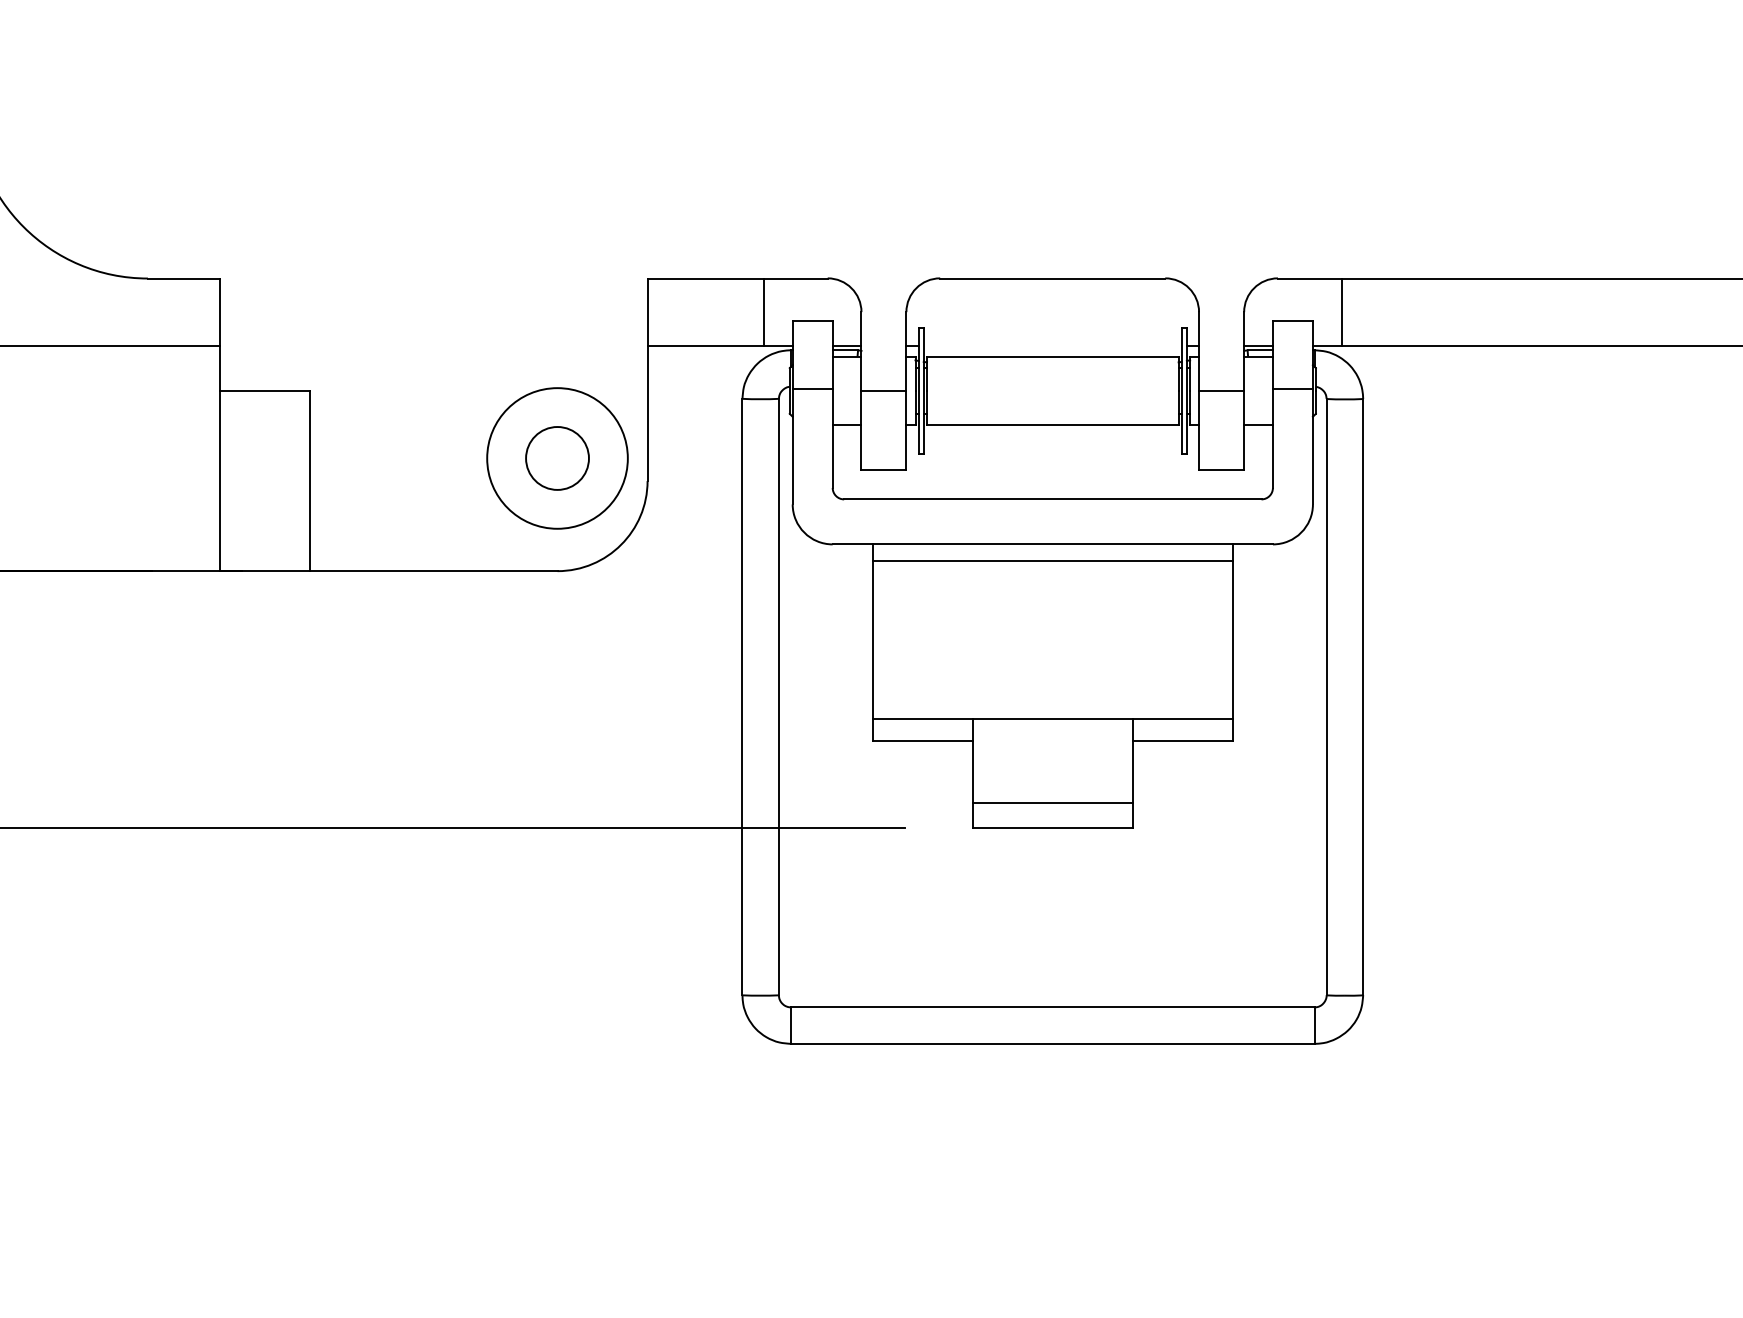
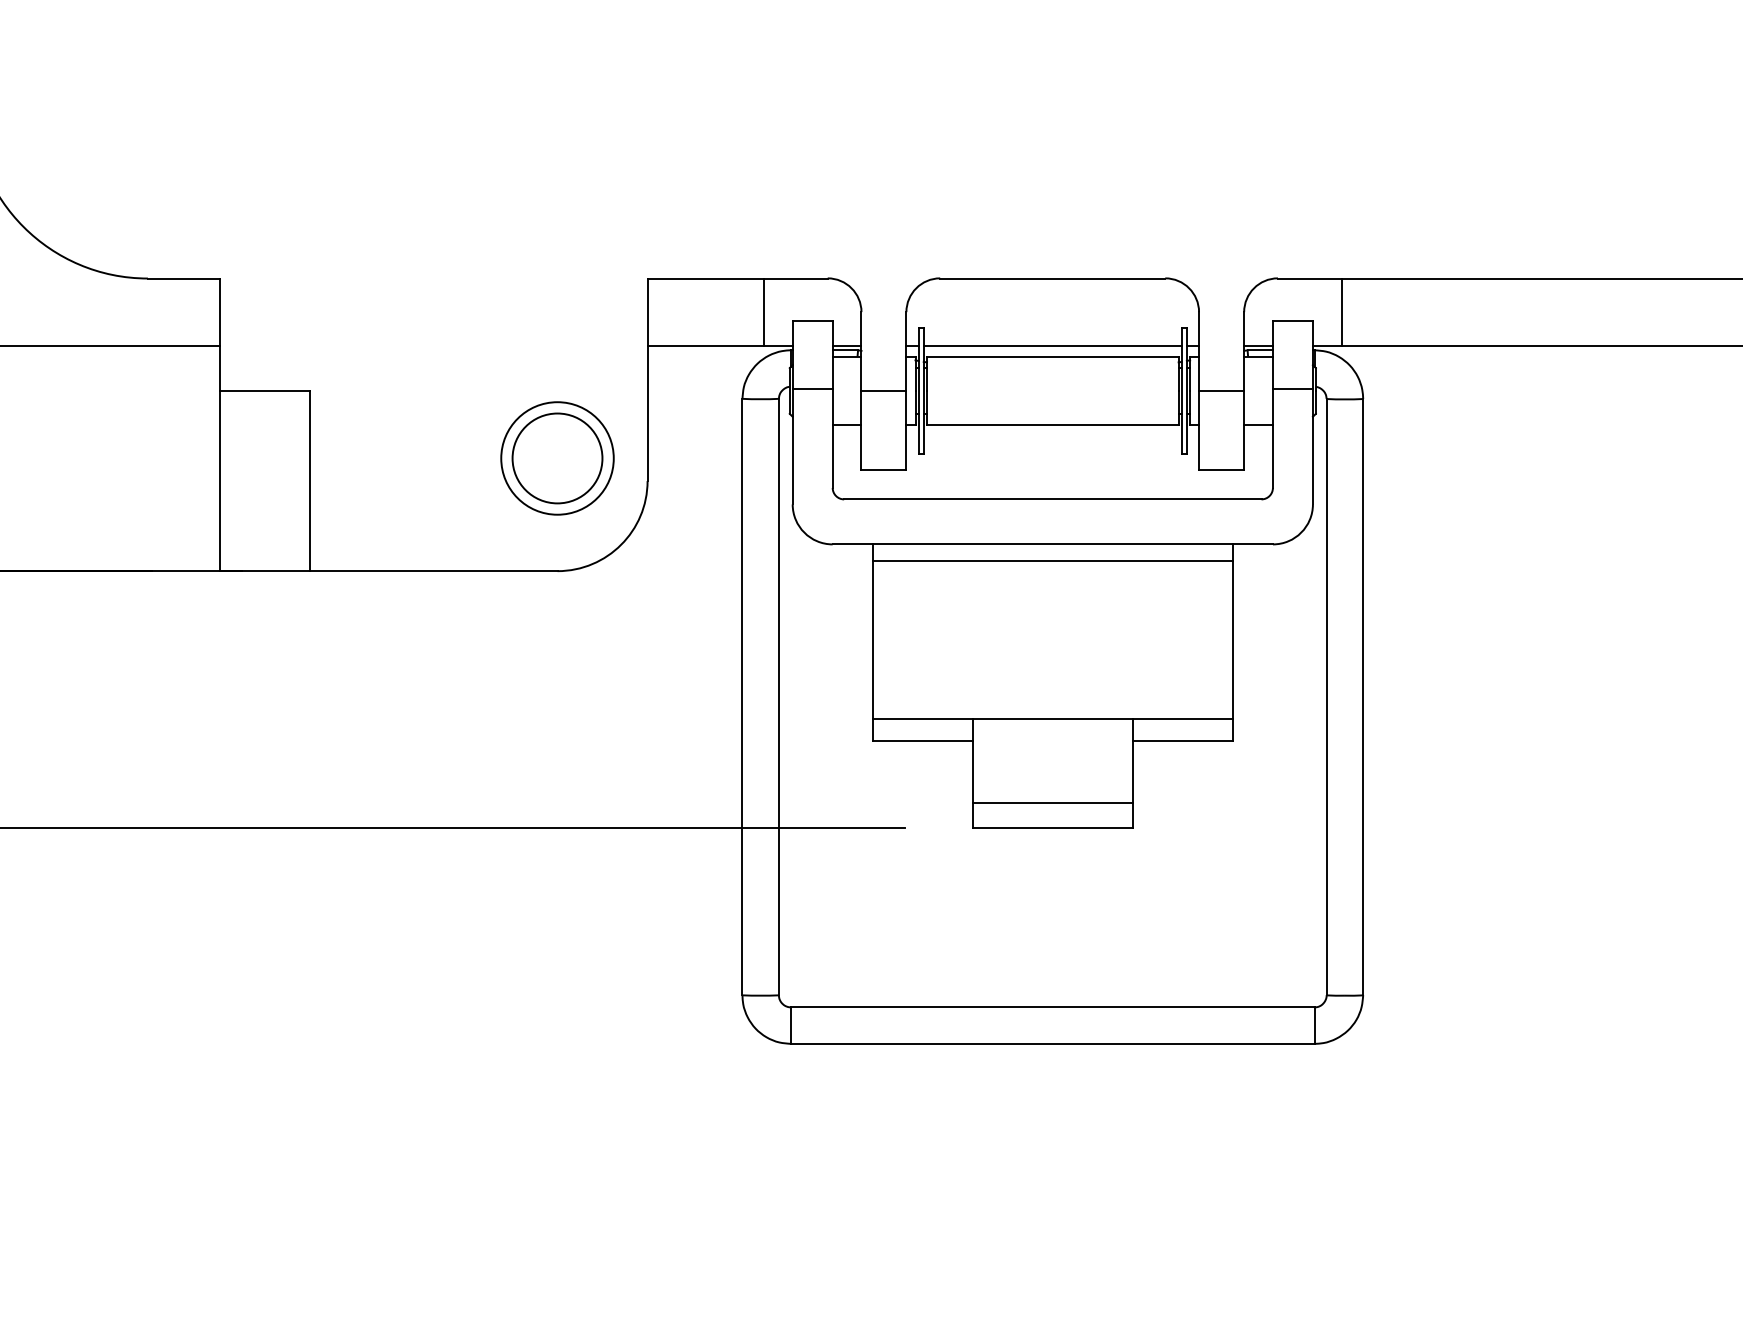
line at (1052, 345): none -> present
circle at (557, 458) diameter: 141 px -> 113 px
circle at (557, 458) diameter: 63 px -> 90 px
